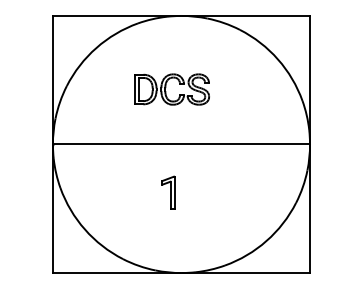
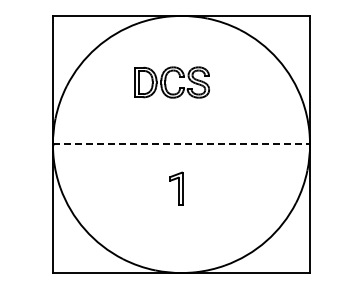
part at (171, 89) position: (171, 89) -> (171, 82)
line at (181, 144): solid -> dashed
part at (168, 192) position: (168, 192) -> (176, 188)
